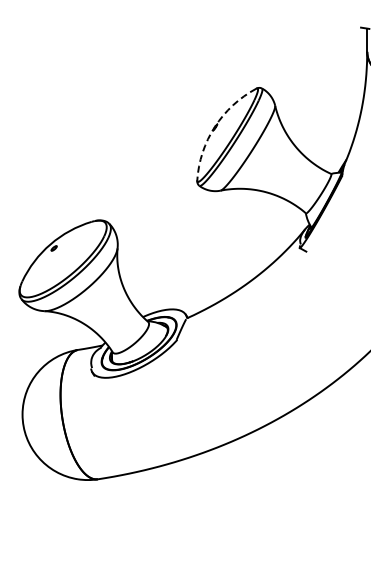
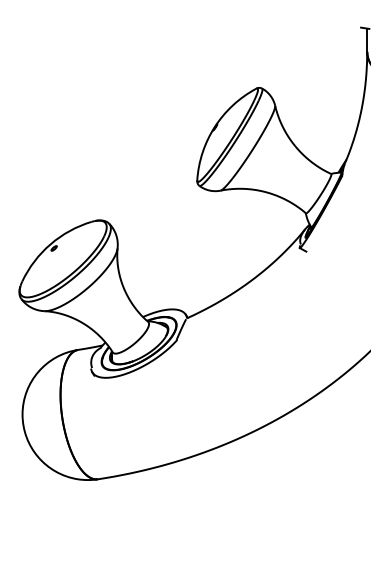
arc at (214, 126): dashed -> solid
